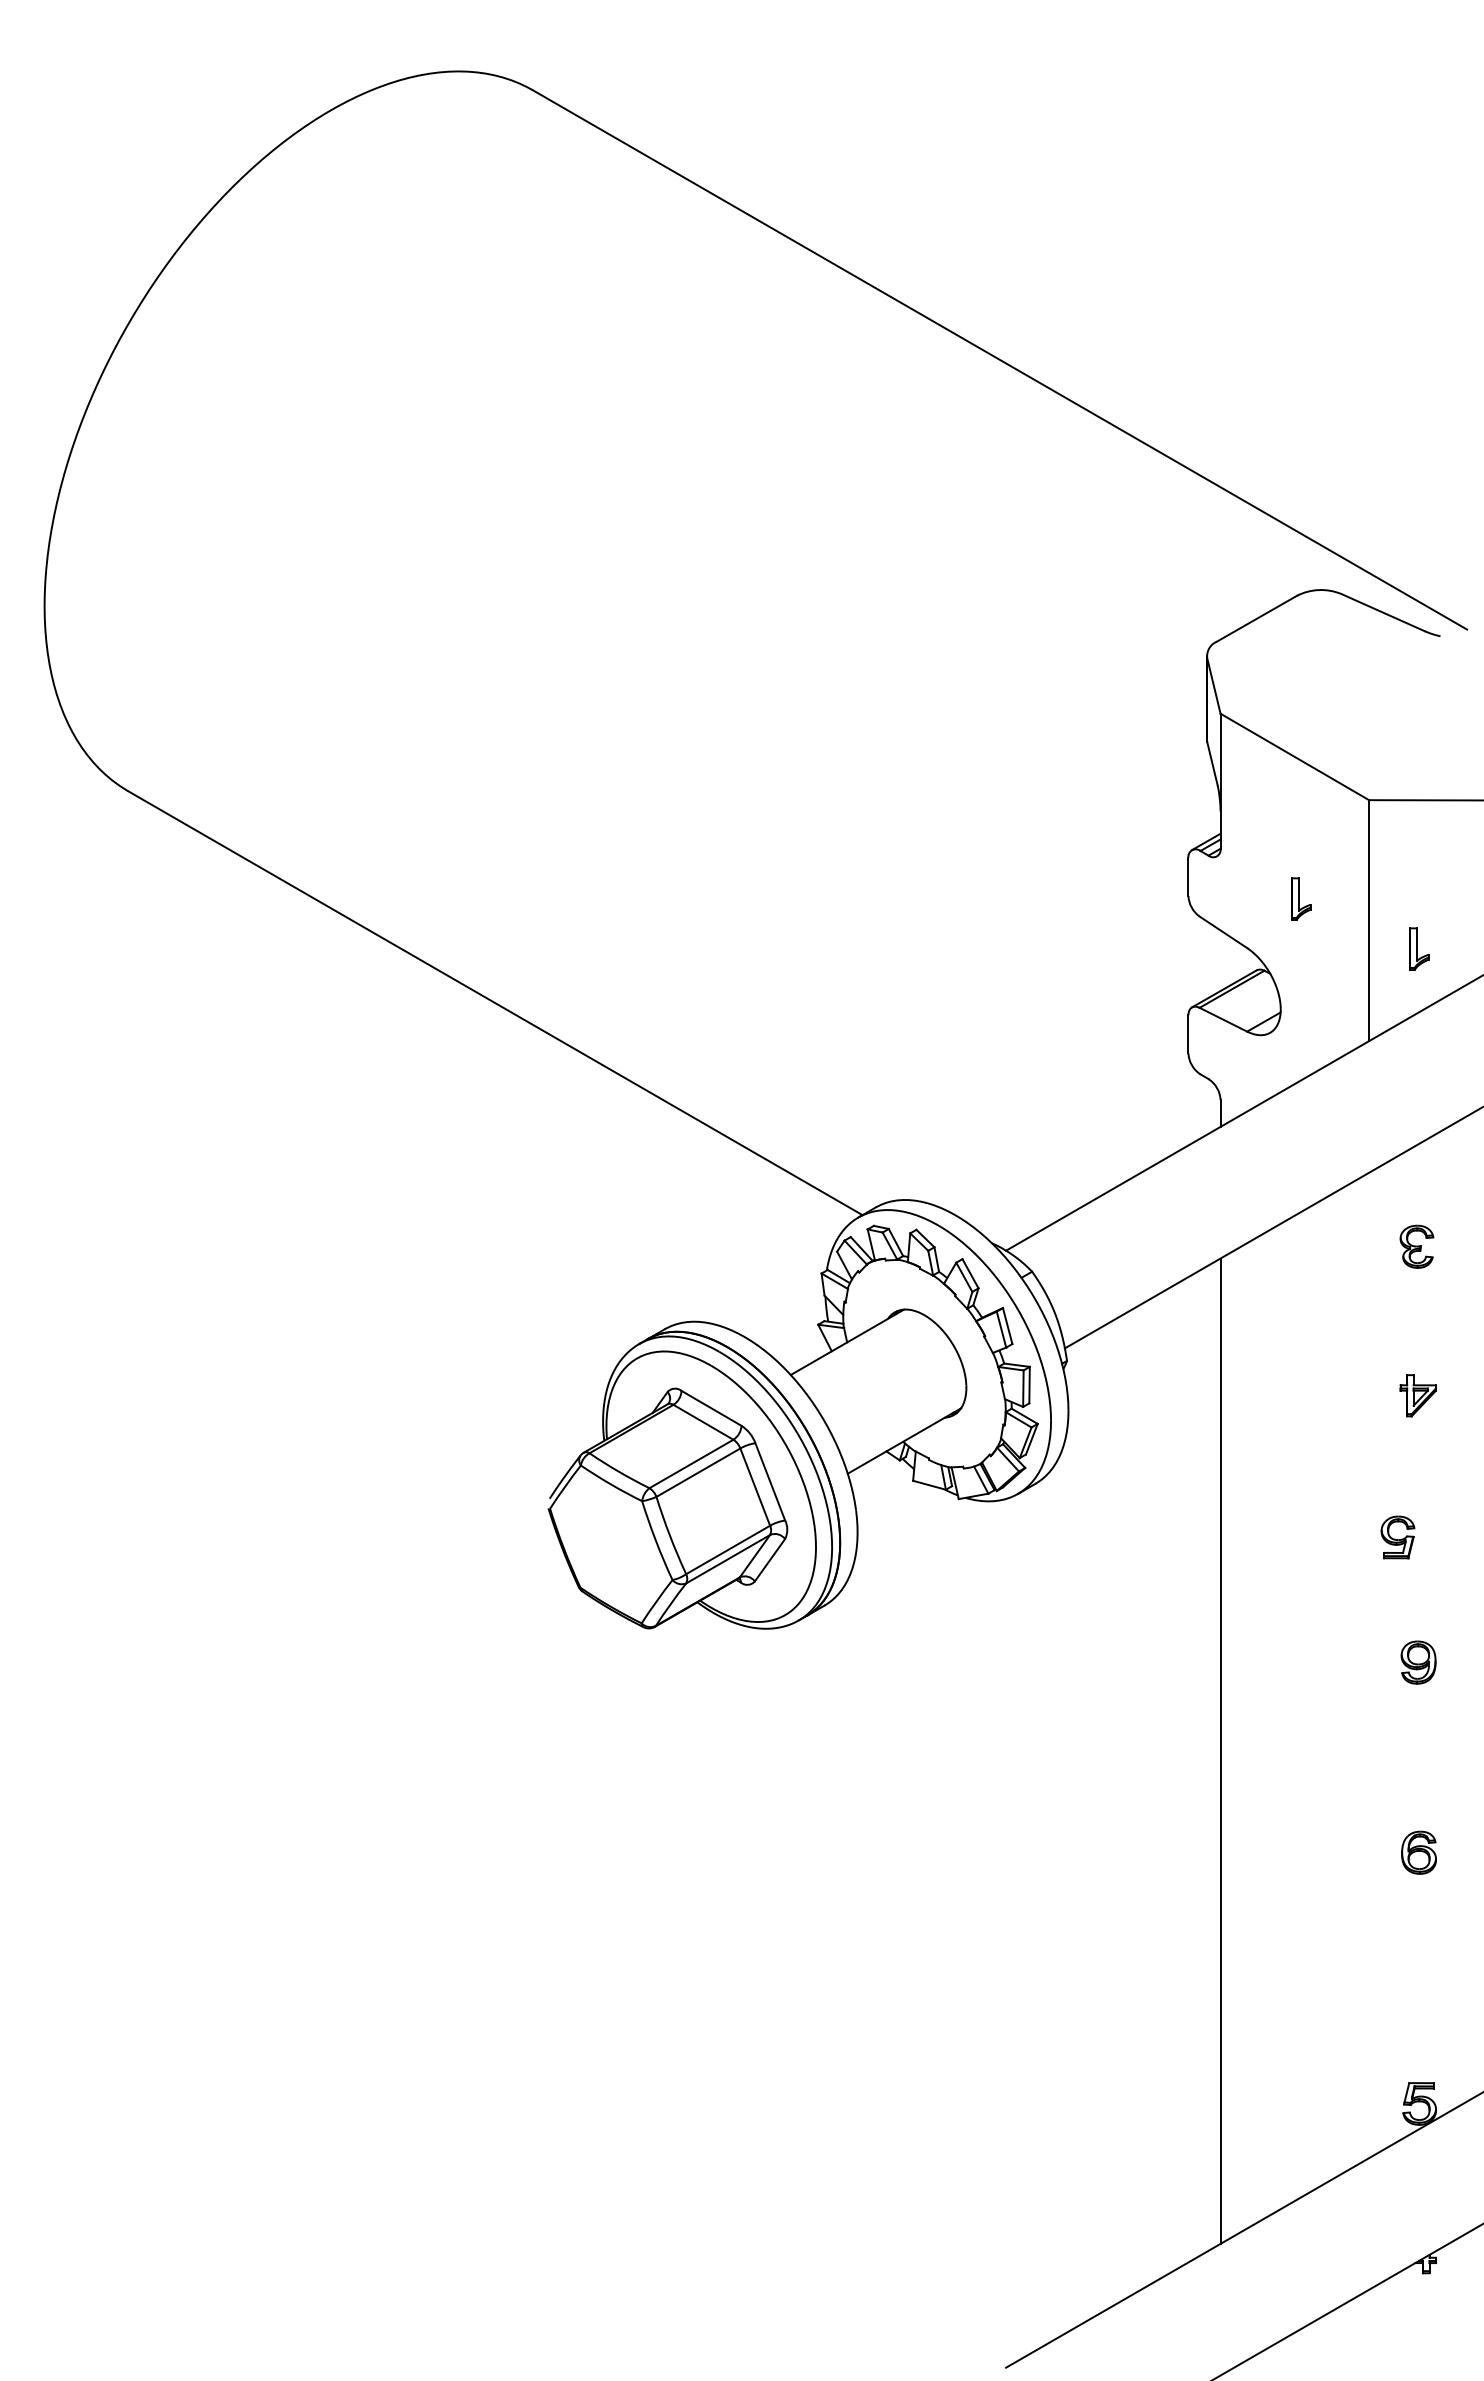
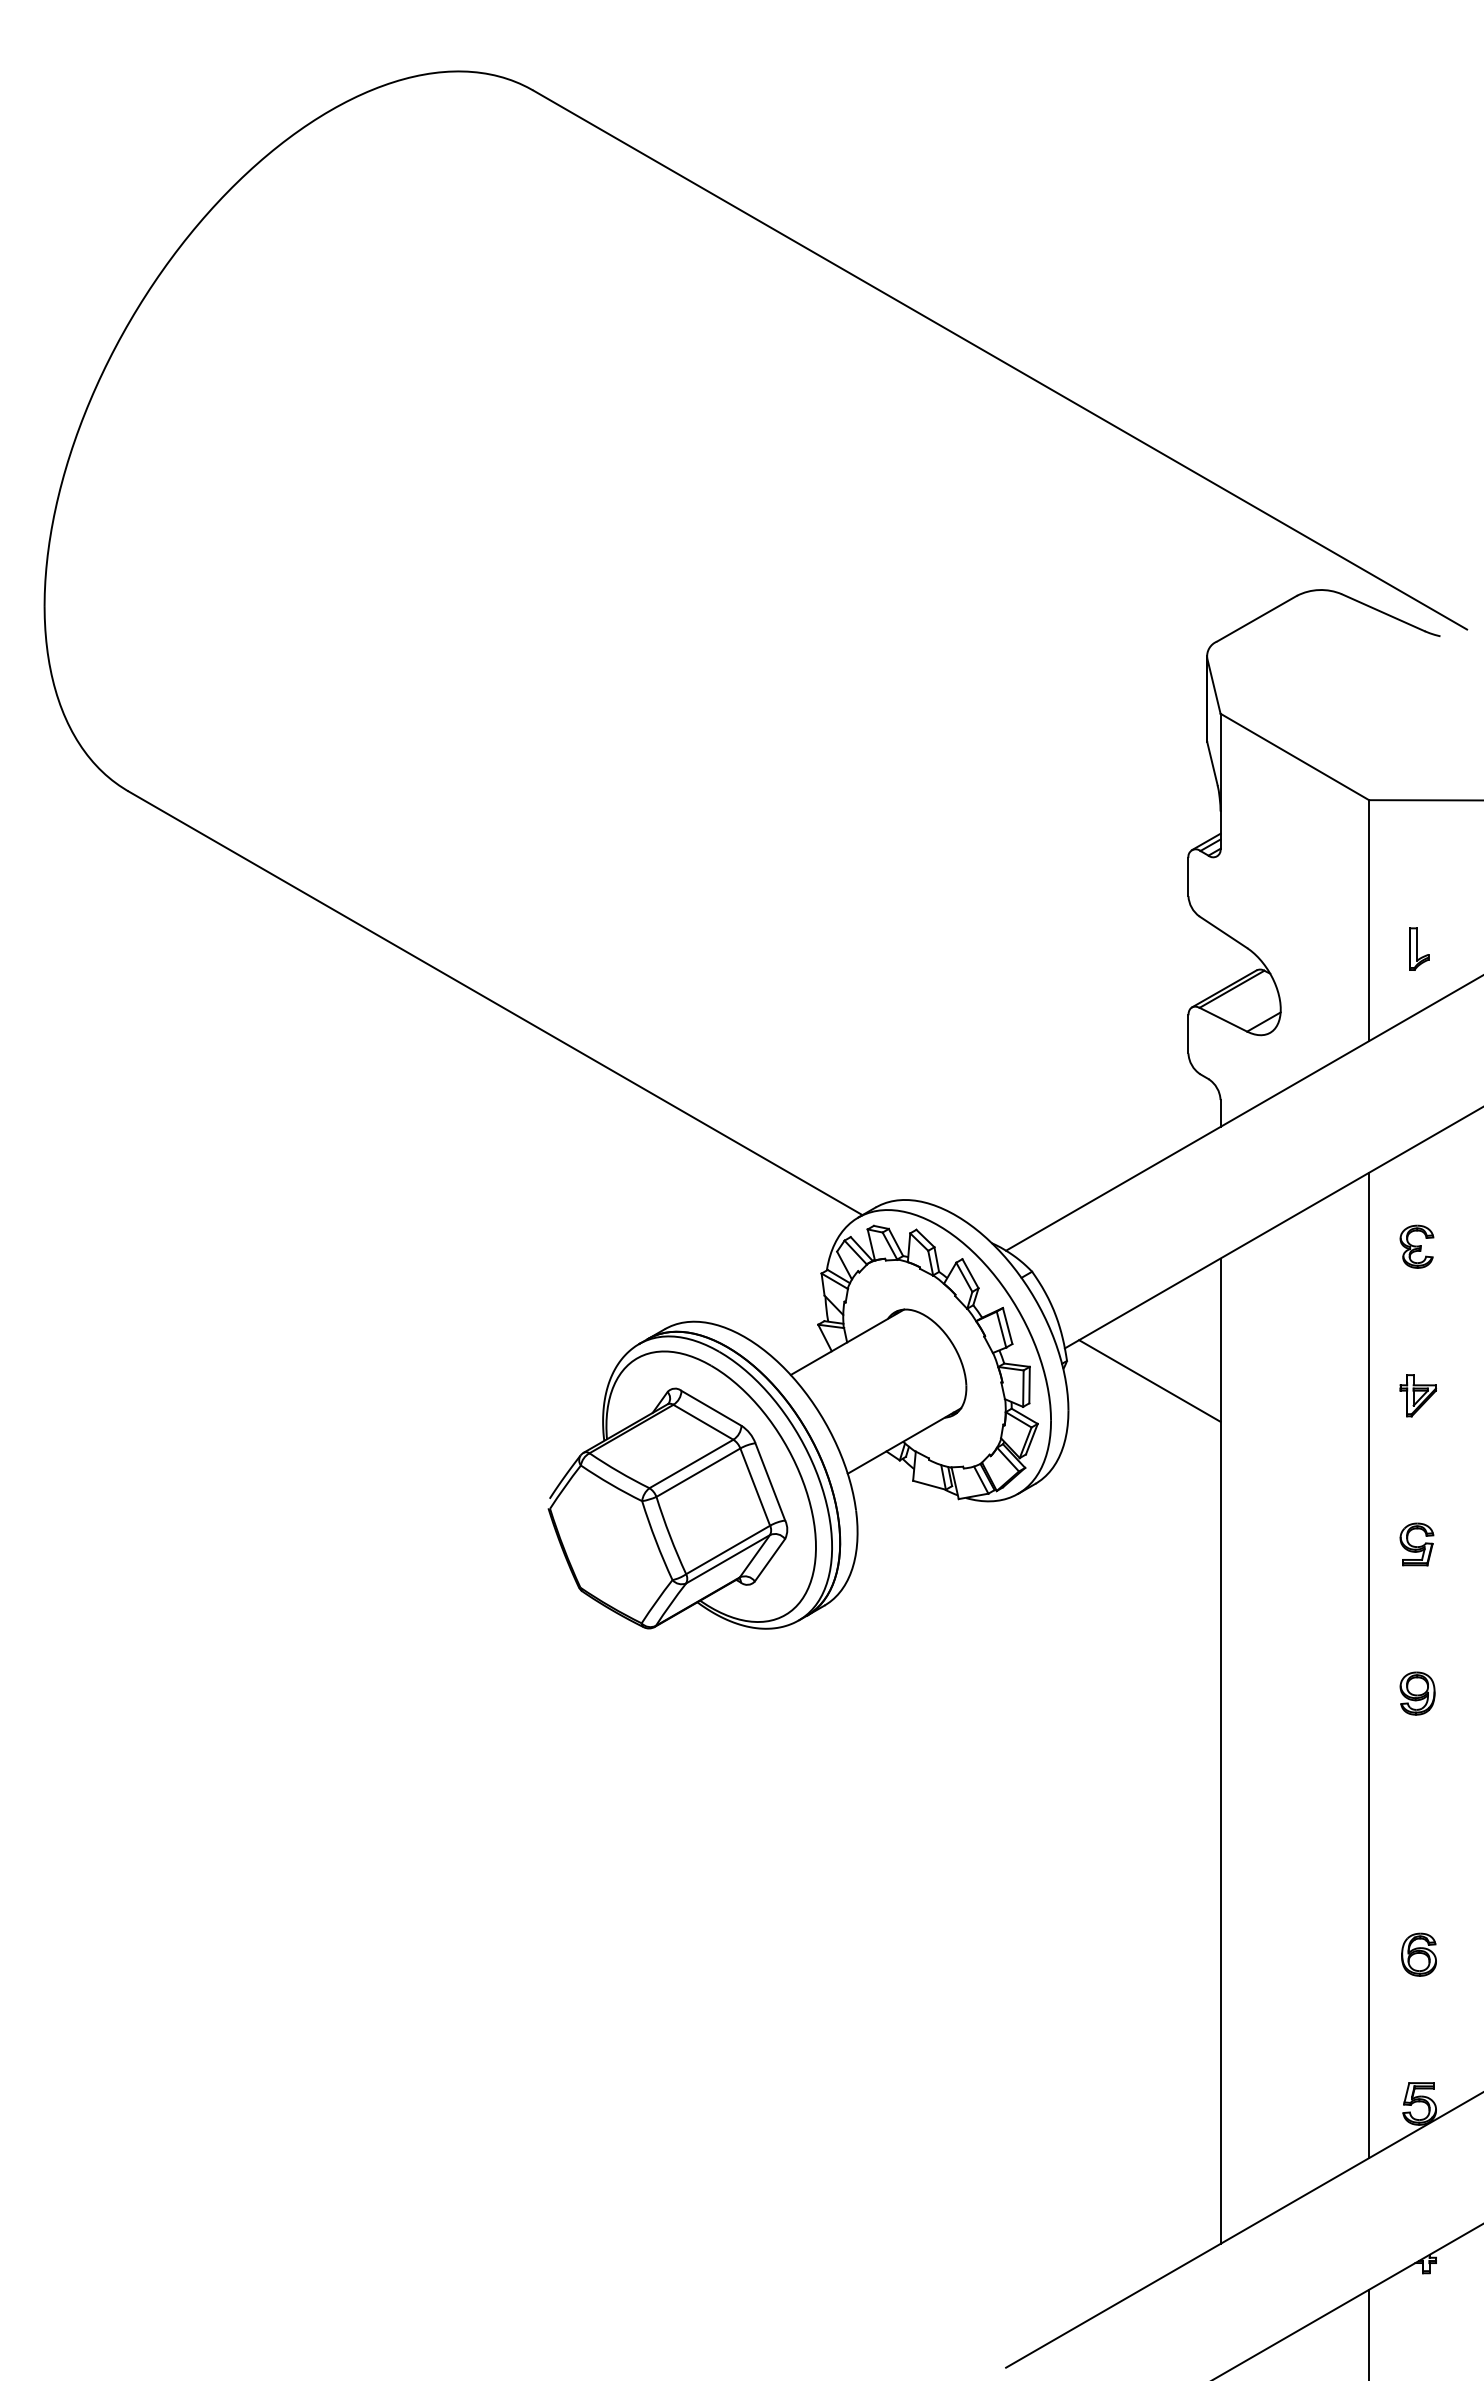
part at (1301, 898): present -> none
line at (1149, 1380): none -> present
part at (1397, 1537) position: (1397, 1537) -> (1416, 1544)
part at (1418, 1662) position: (1418, 1662) -> (1417, 1693)
line at (1369, 1665): none -> present
part at (1418, 1852) position: (1418, 1852) -> (1418, 1954)
line at (1369, 2333): none -> present
